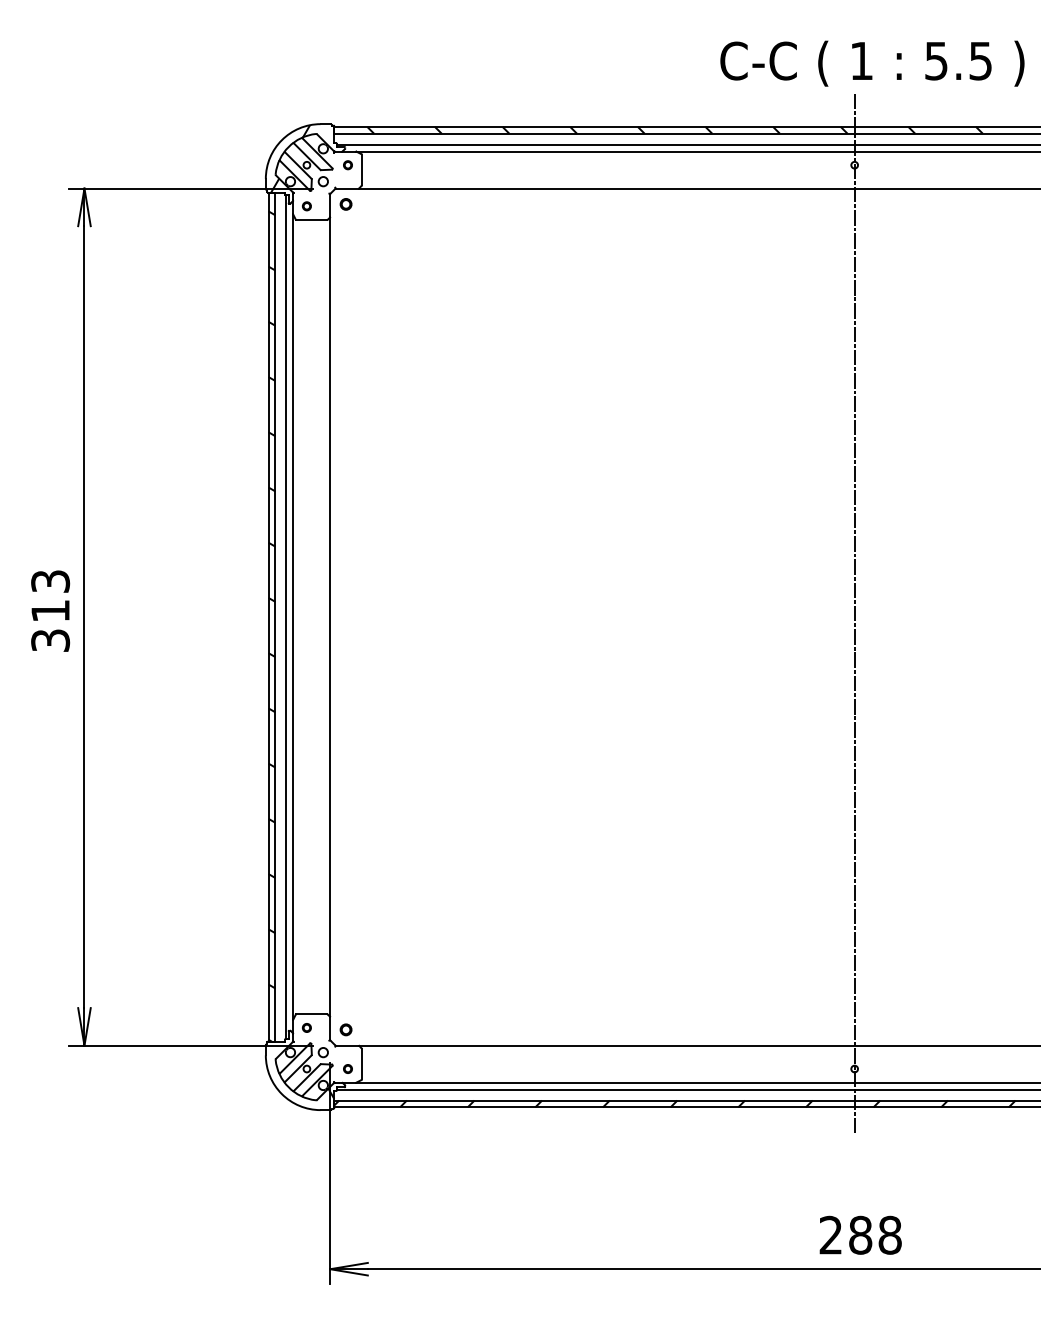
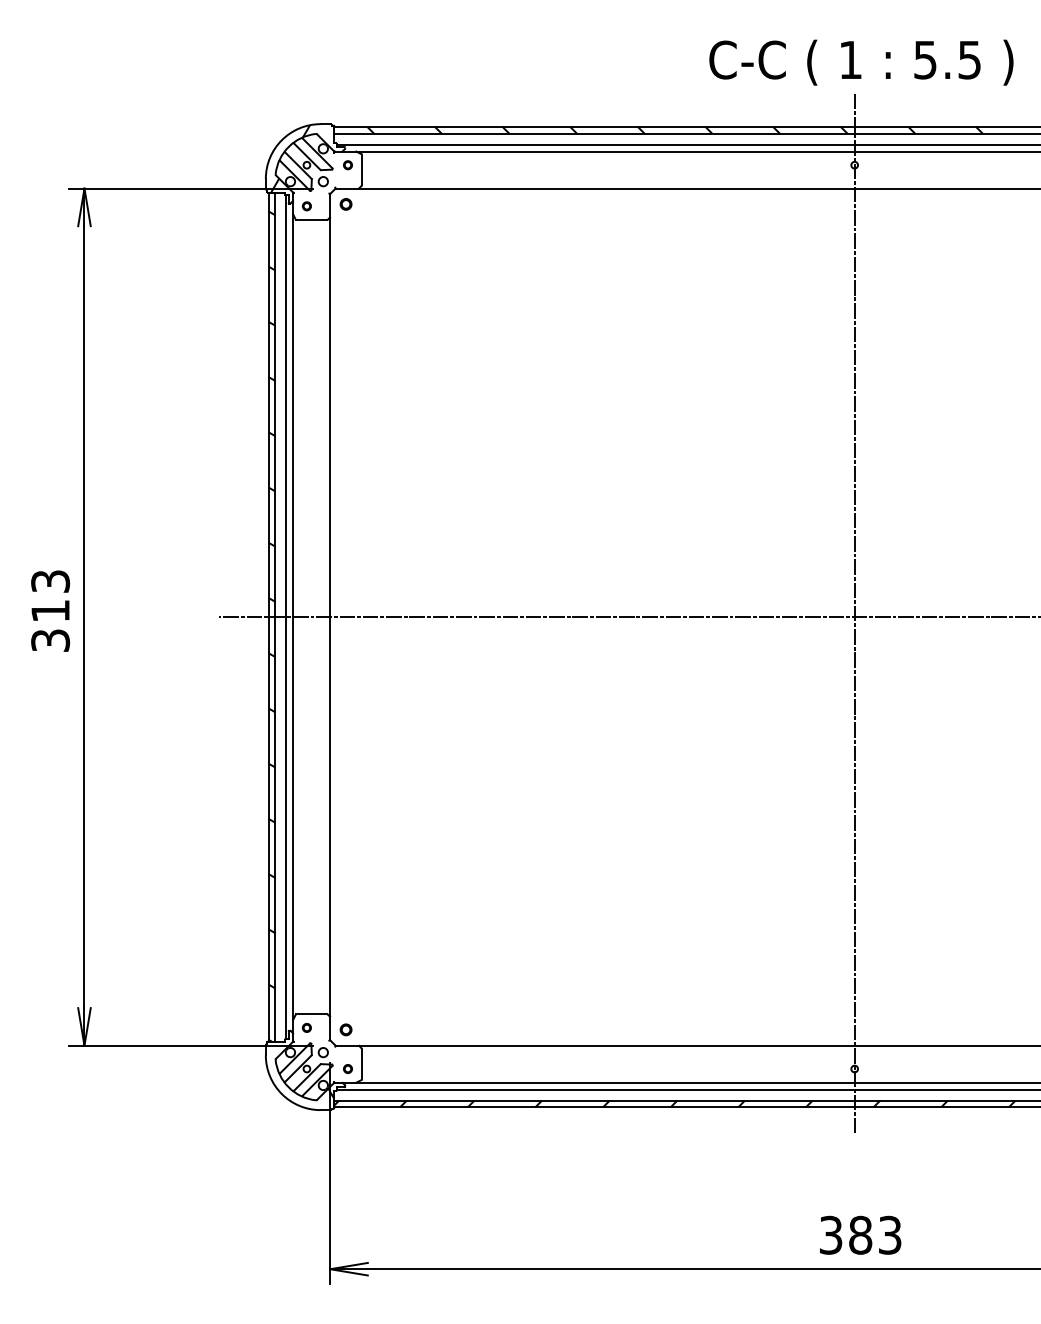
text at (872, 63) position: (872, 63) -> (861, 62)
line at (628, 617): none -> present
text at (860, 1234): 288 -> 383
